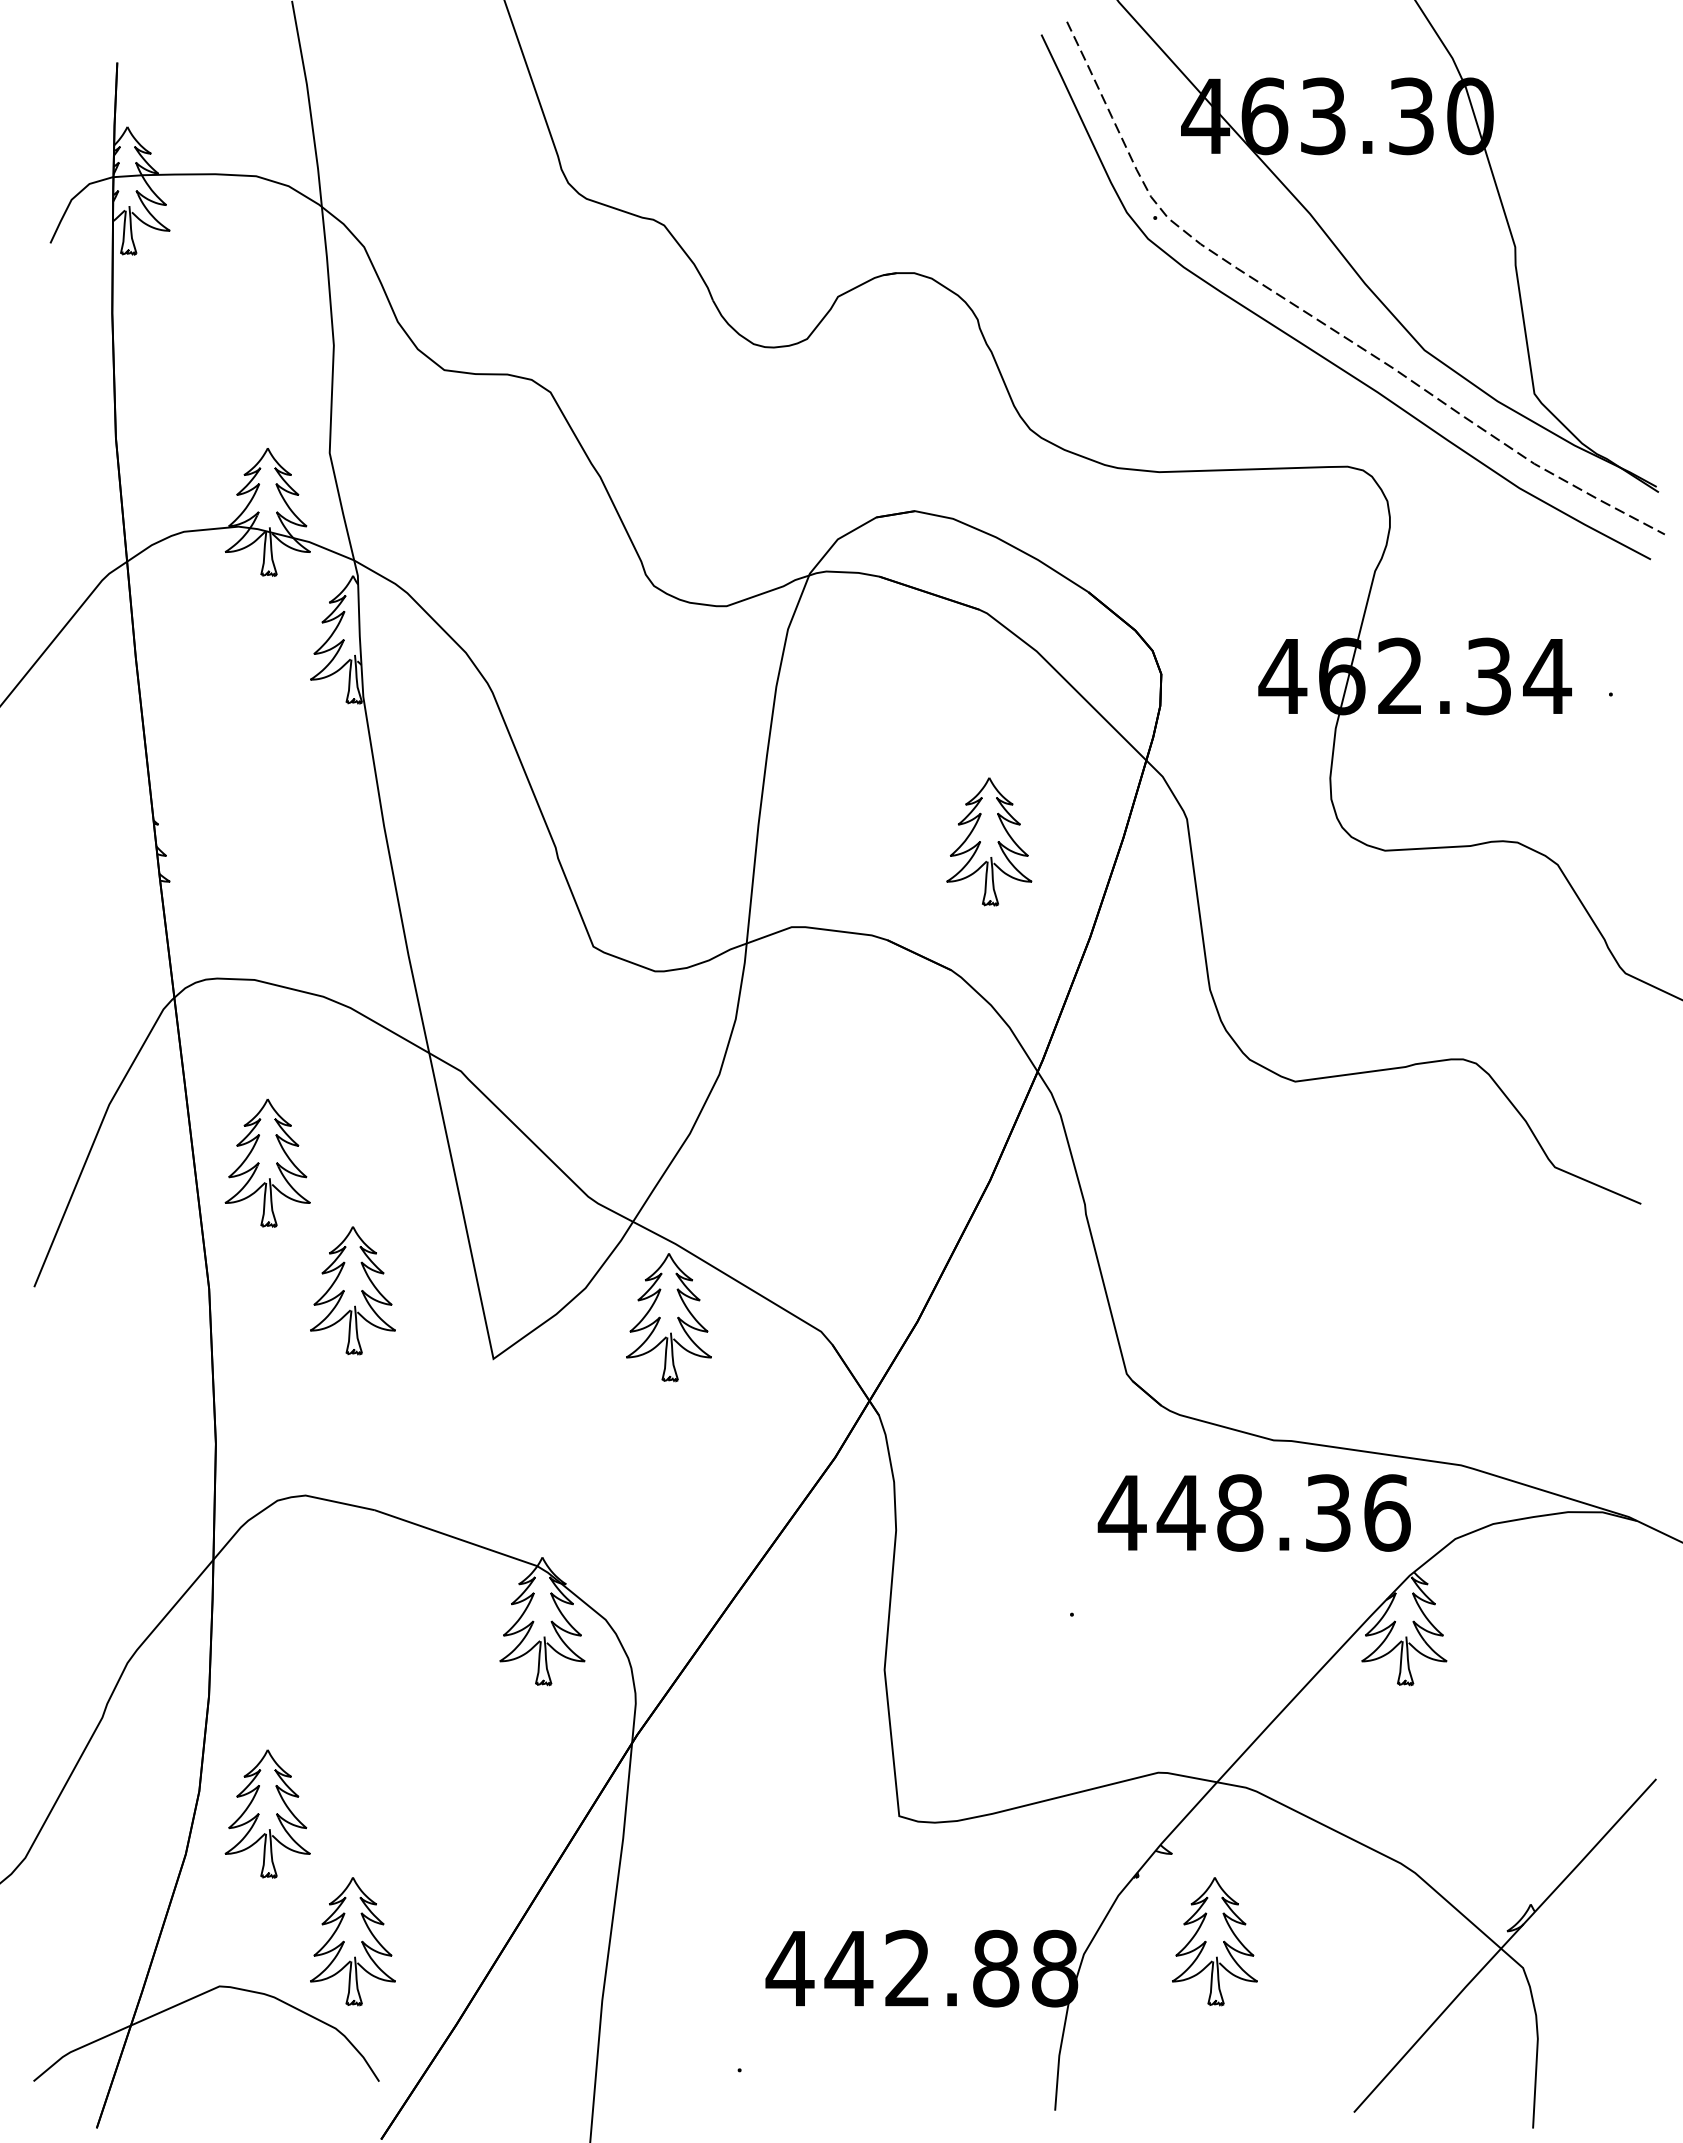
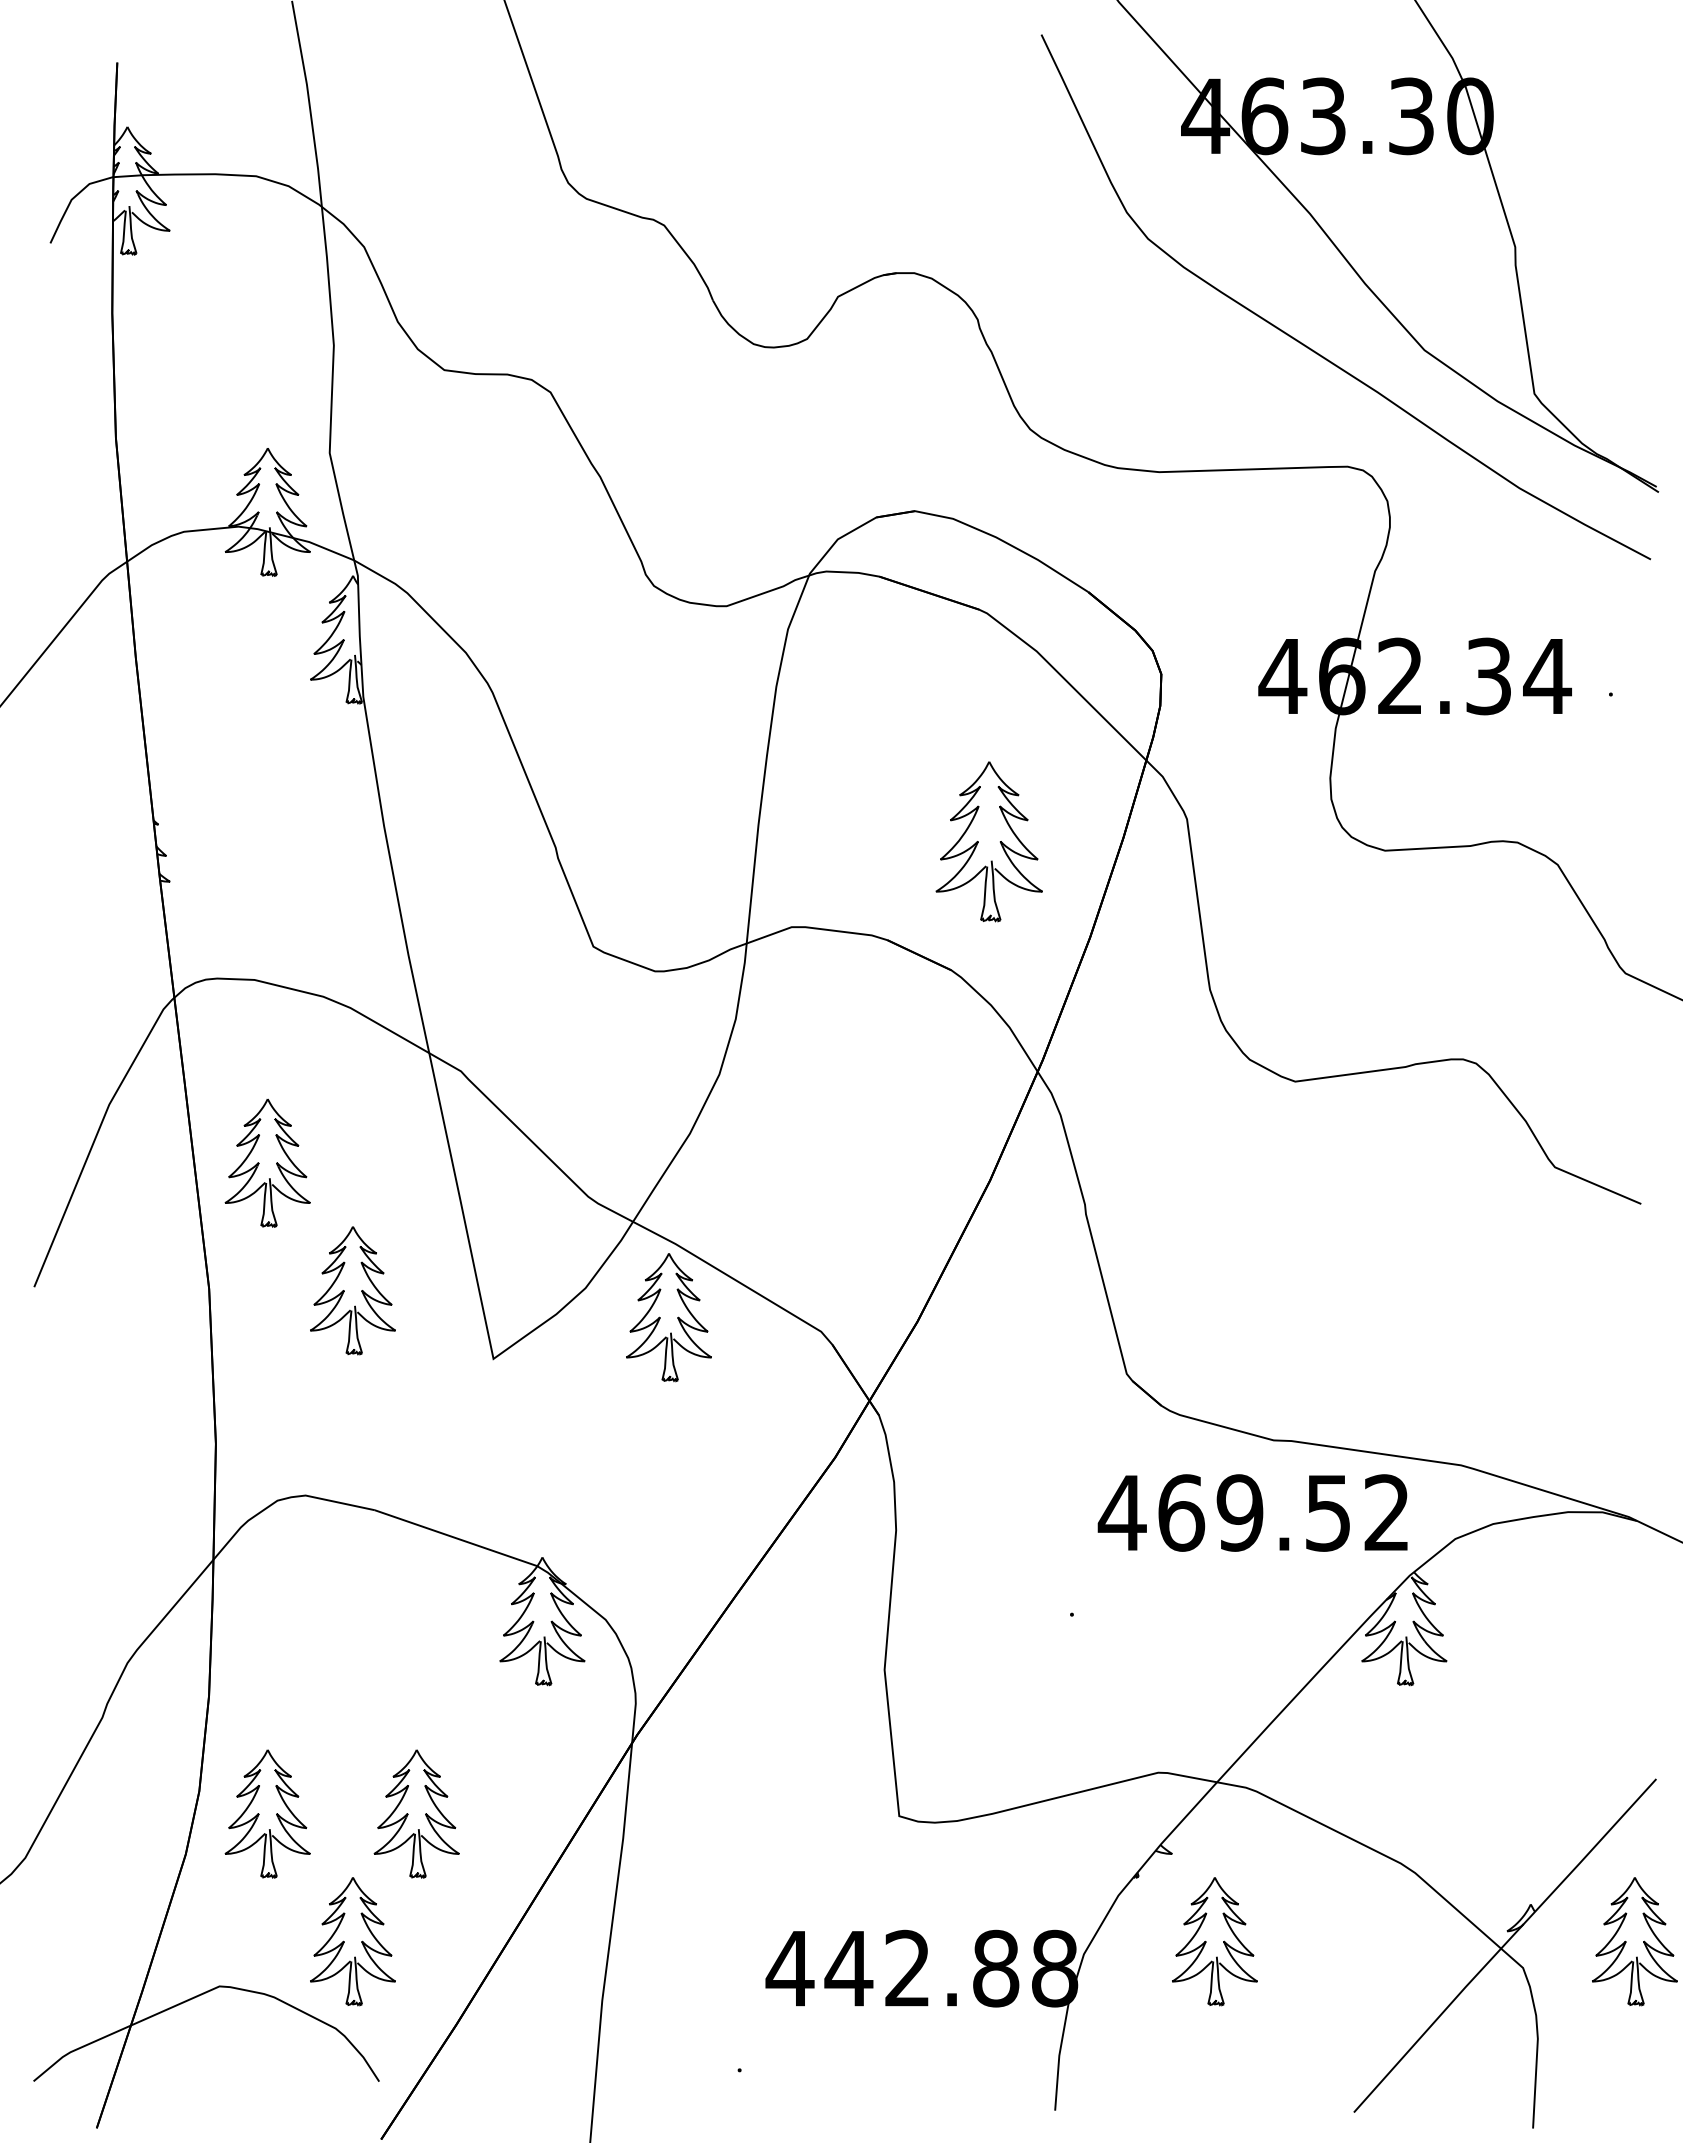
part at (1333, 328): present -> none
part at (989, 841) size: 87x130 px -> 108x162 px
text at (1283, 1512): 448.36 -> 469.52
part at (416, 1813): none -> present
part at (1634, 1941): none -> present
